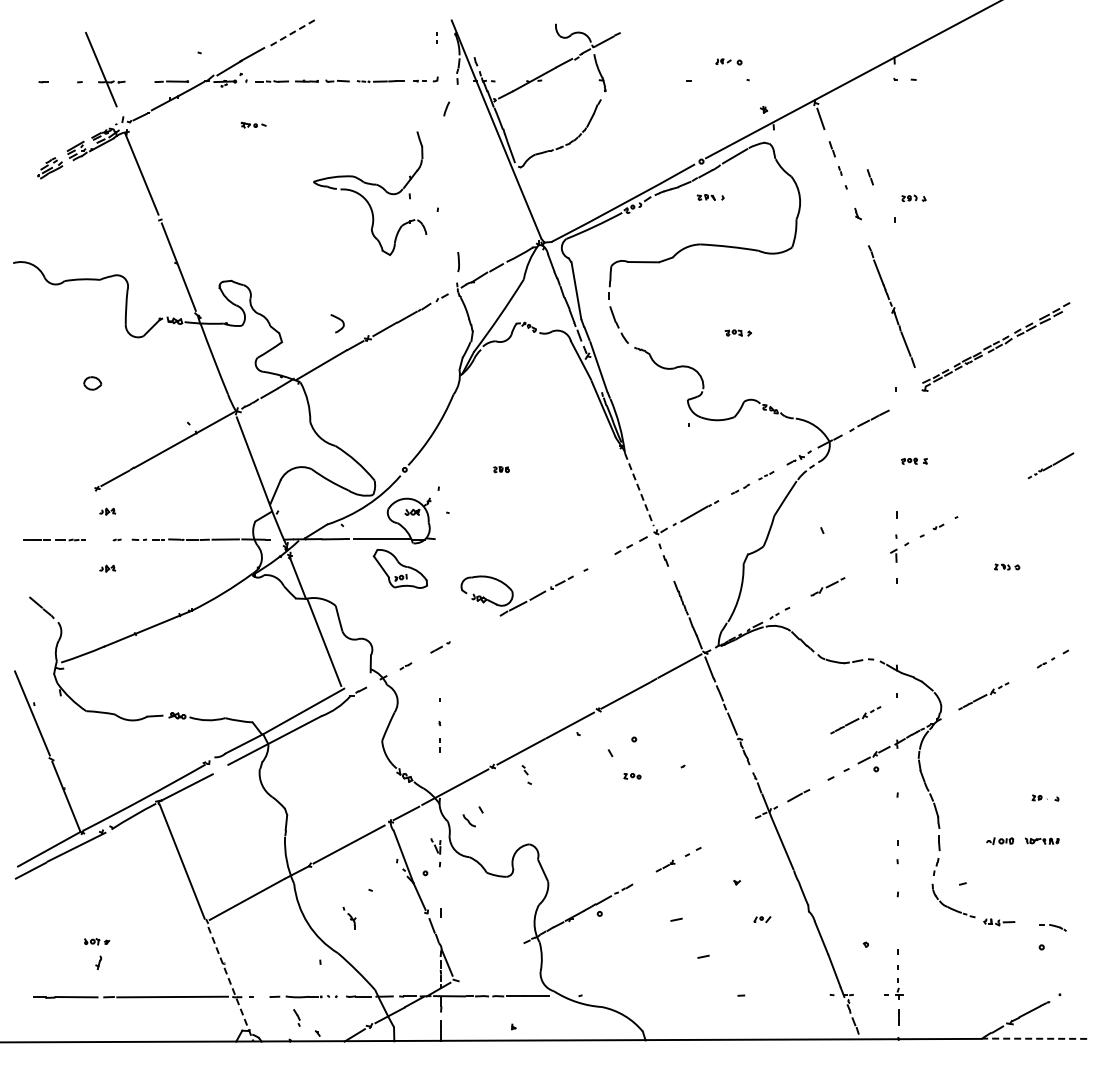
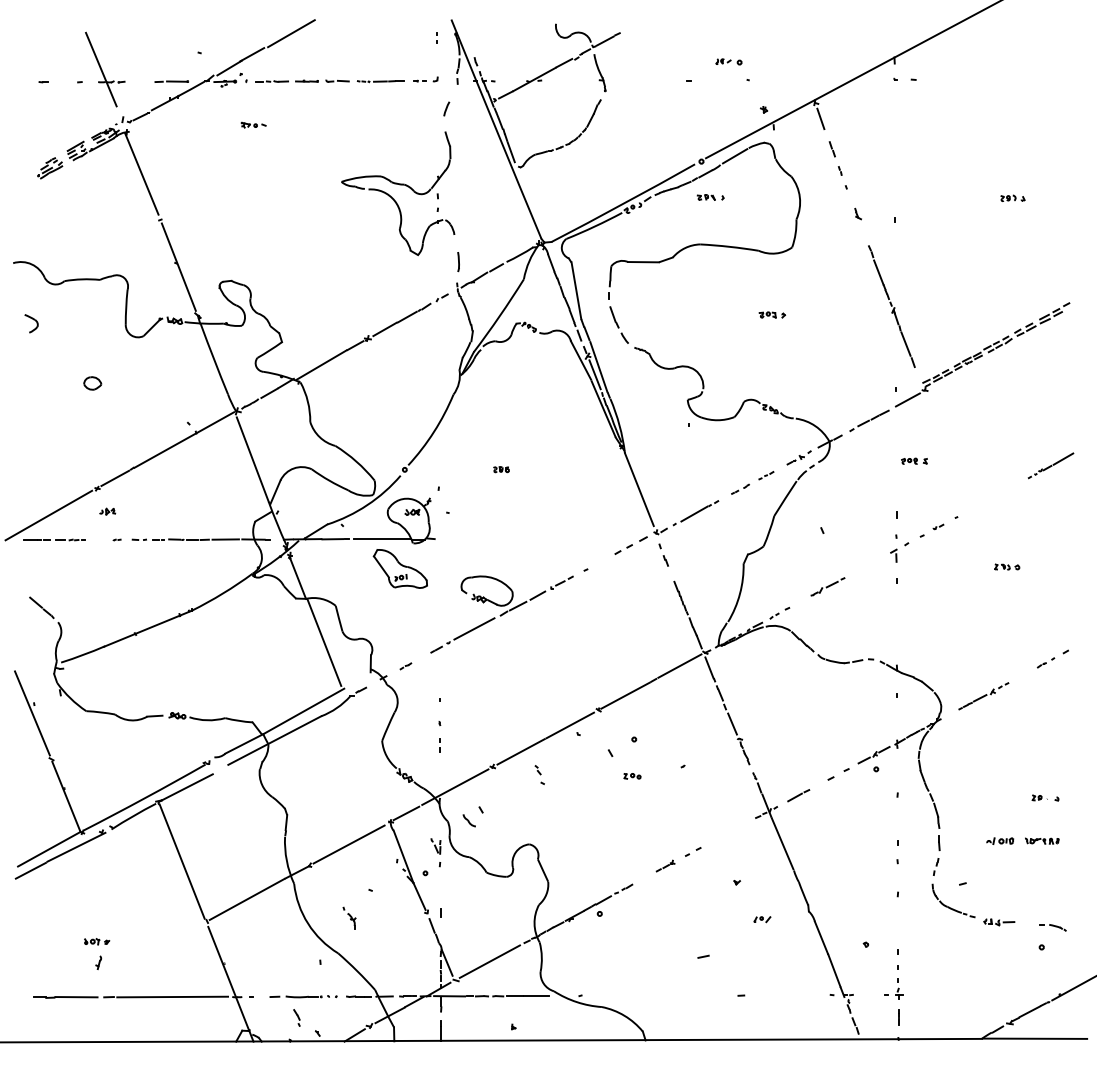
line at (291, 33): dashed -> solid
line at (869, 177): present -> none
part at (913, 197) position: (913, 197) -> (1012, 197)
part at (365, 198) position: (365, 198) -> (393, 198)
part at (337, 323) position: (337, 323) -> (31, 323)
part at (738, 332) position: (738, 332) -> (772, 314)
line at (594, 374): none -> present
line at (907, 399): none -> present
line at (639, 490): dashed -> solid
line at (48, 515): none -> present
part at (107, 568): present -> none
line at (474, 628): none -> present
part at (855, 720): present -> none
part at (526, 774) position: (526, 774) -> (539, 774)
line at (676, 919): present -> none
line at (489, 961): none -> present
line at (230, 984): dashed -> solid
line at (1072, 988): none -> present
line at (1034, 1038): dashed -> solid
